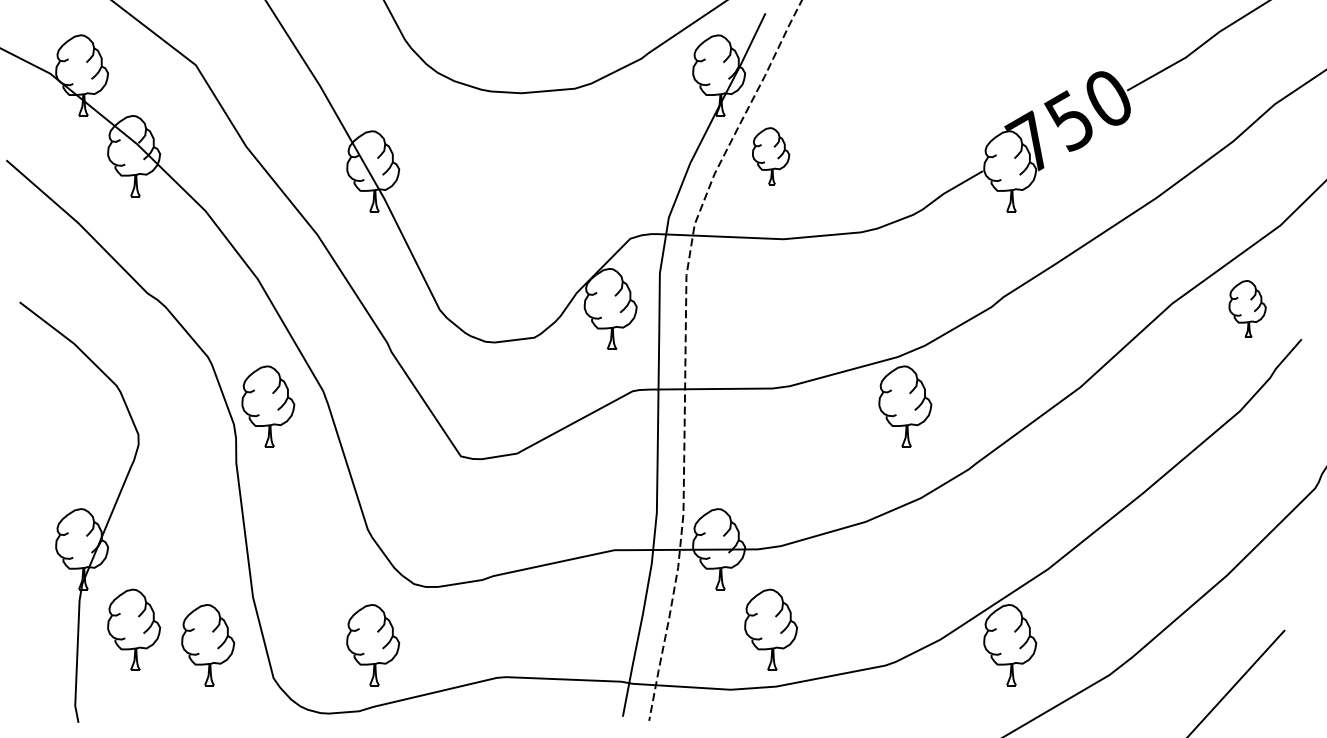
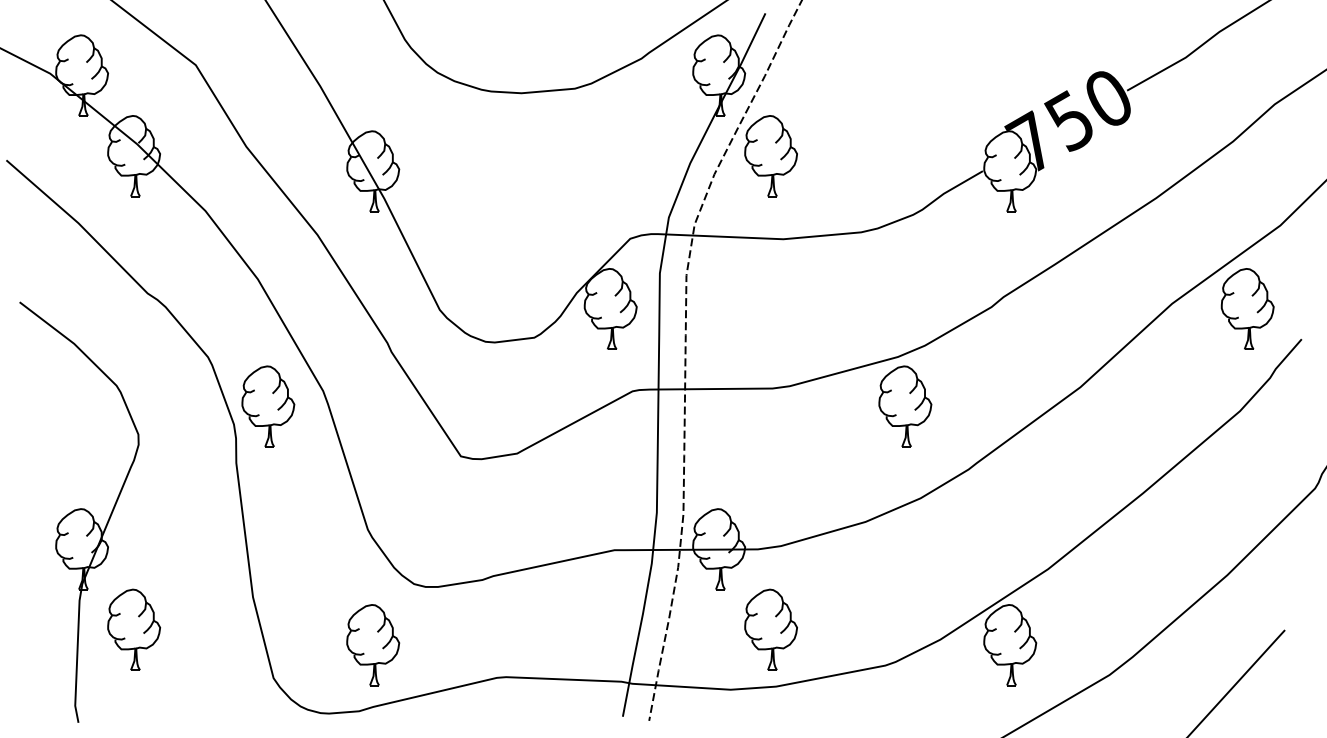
part at (771, 156) size: 39x59 px -> 54x83 px
part at (1247, 308) size: 39x58 px -> 55x82 px
part at (208, 645): present -> none
